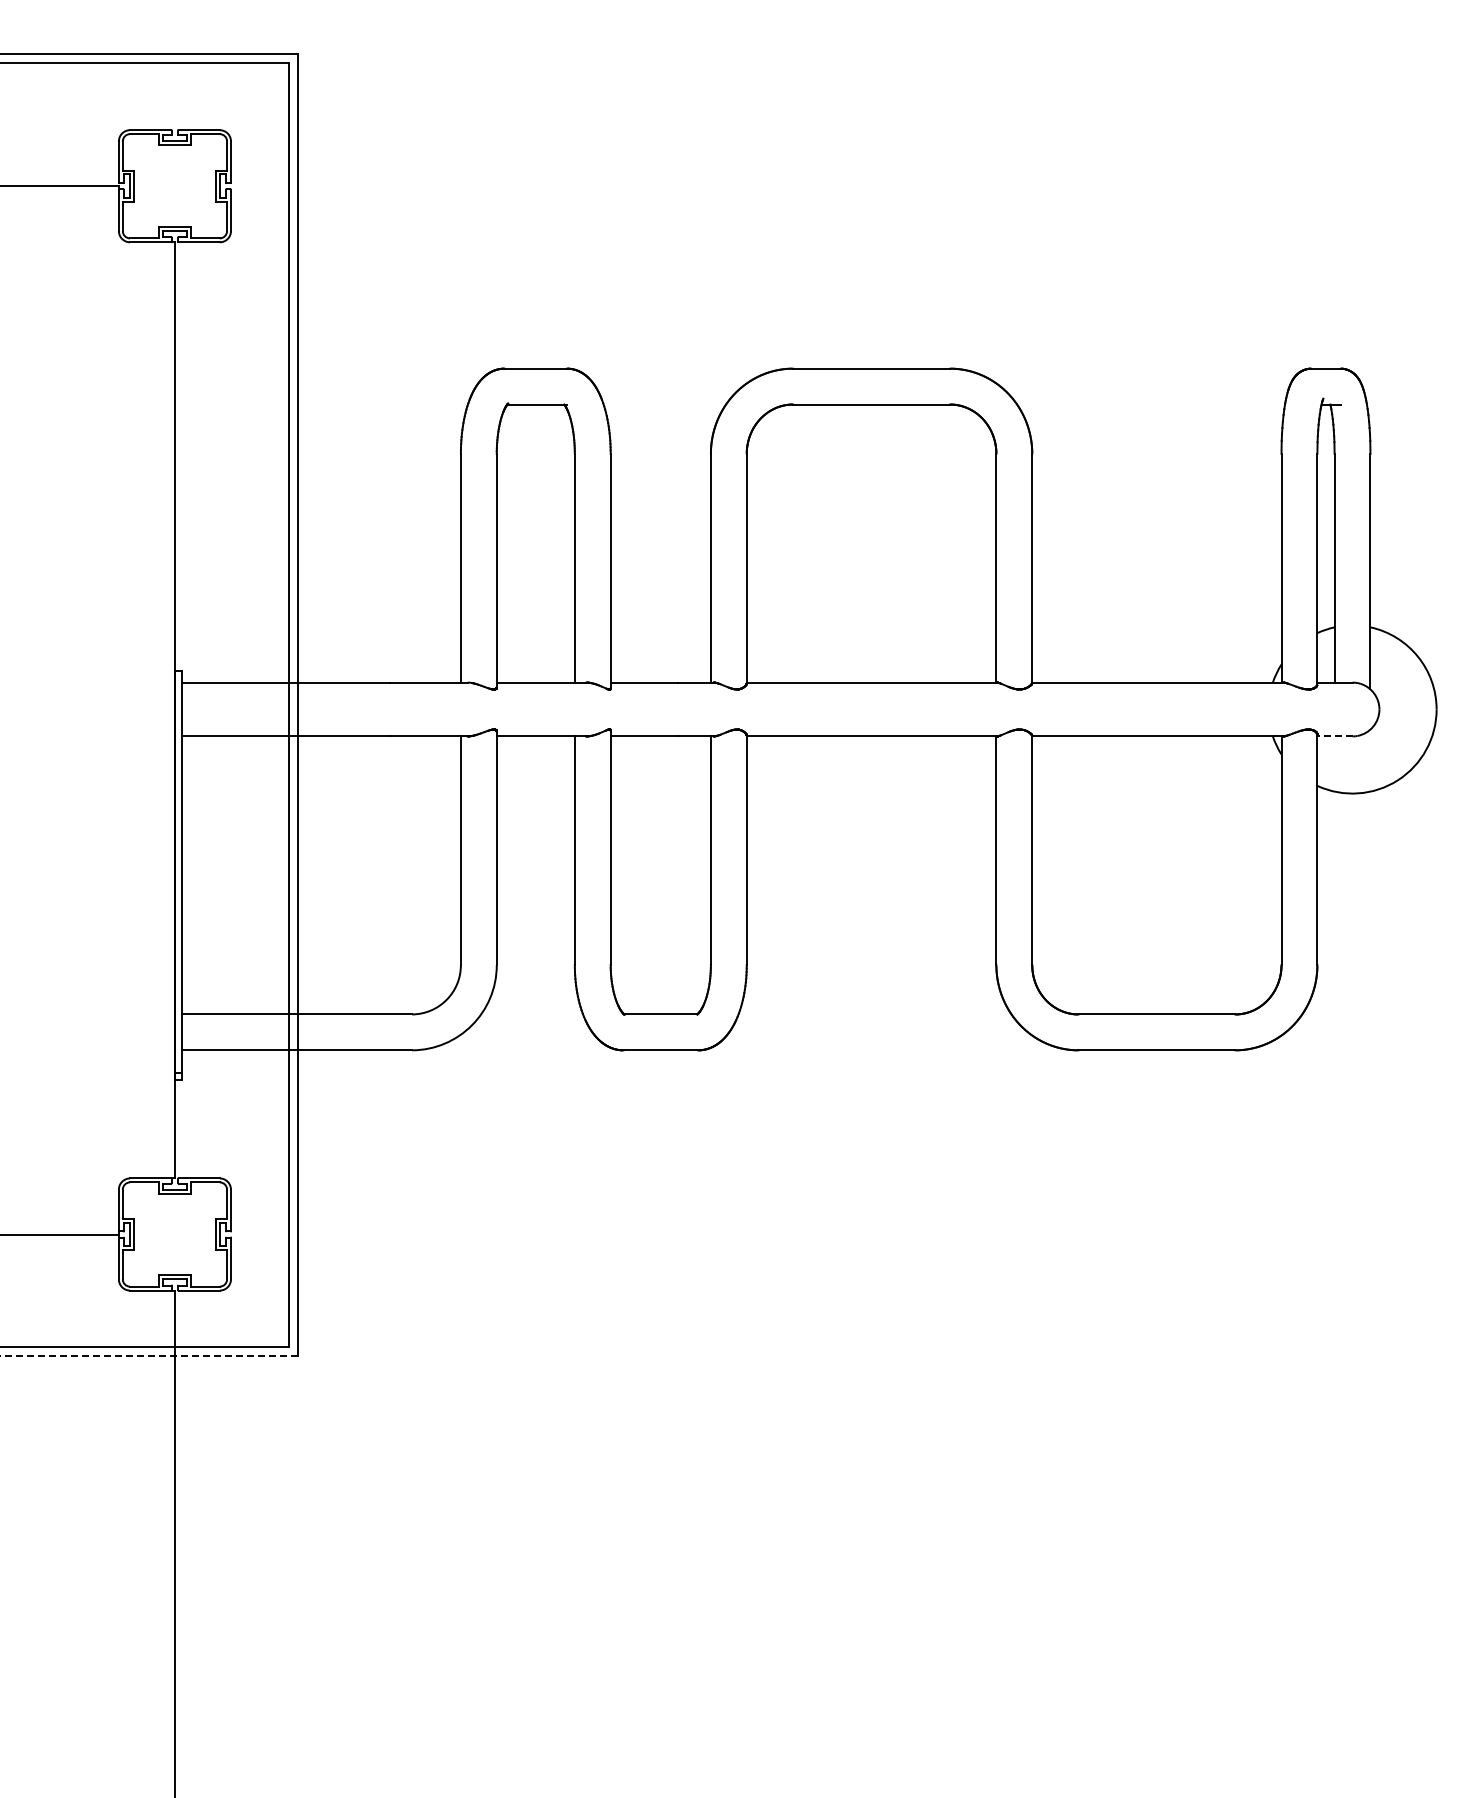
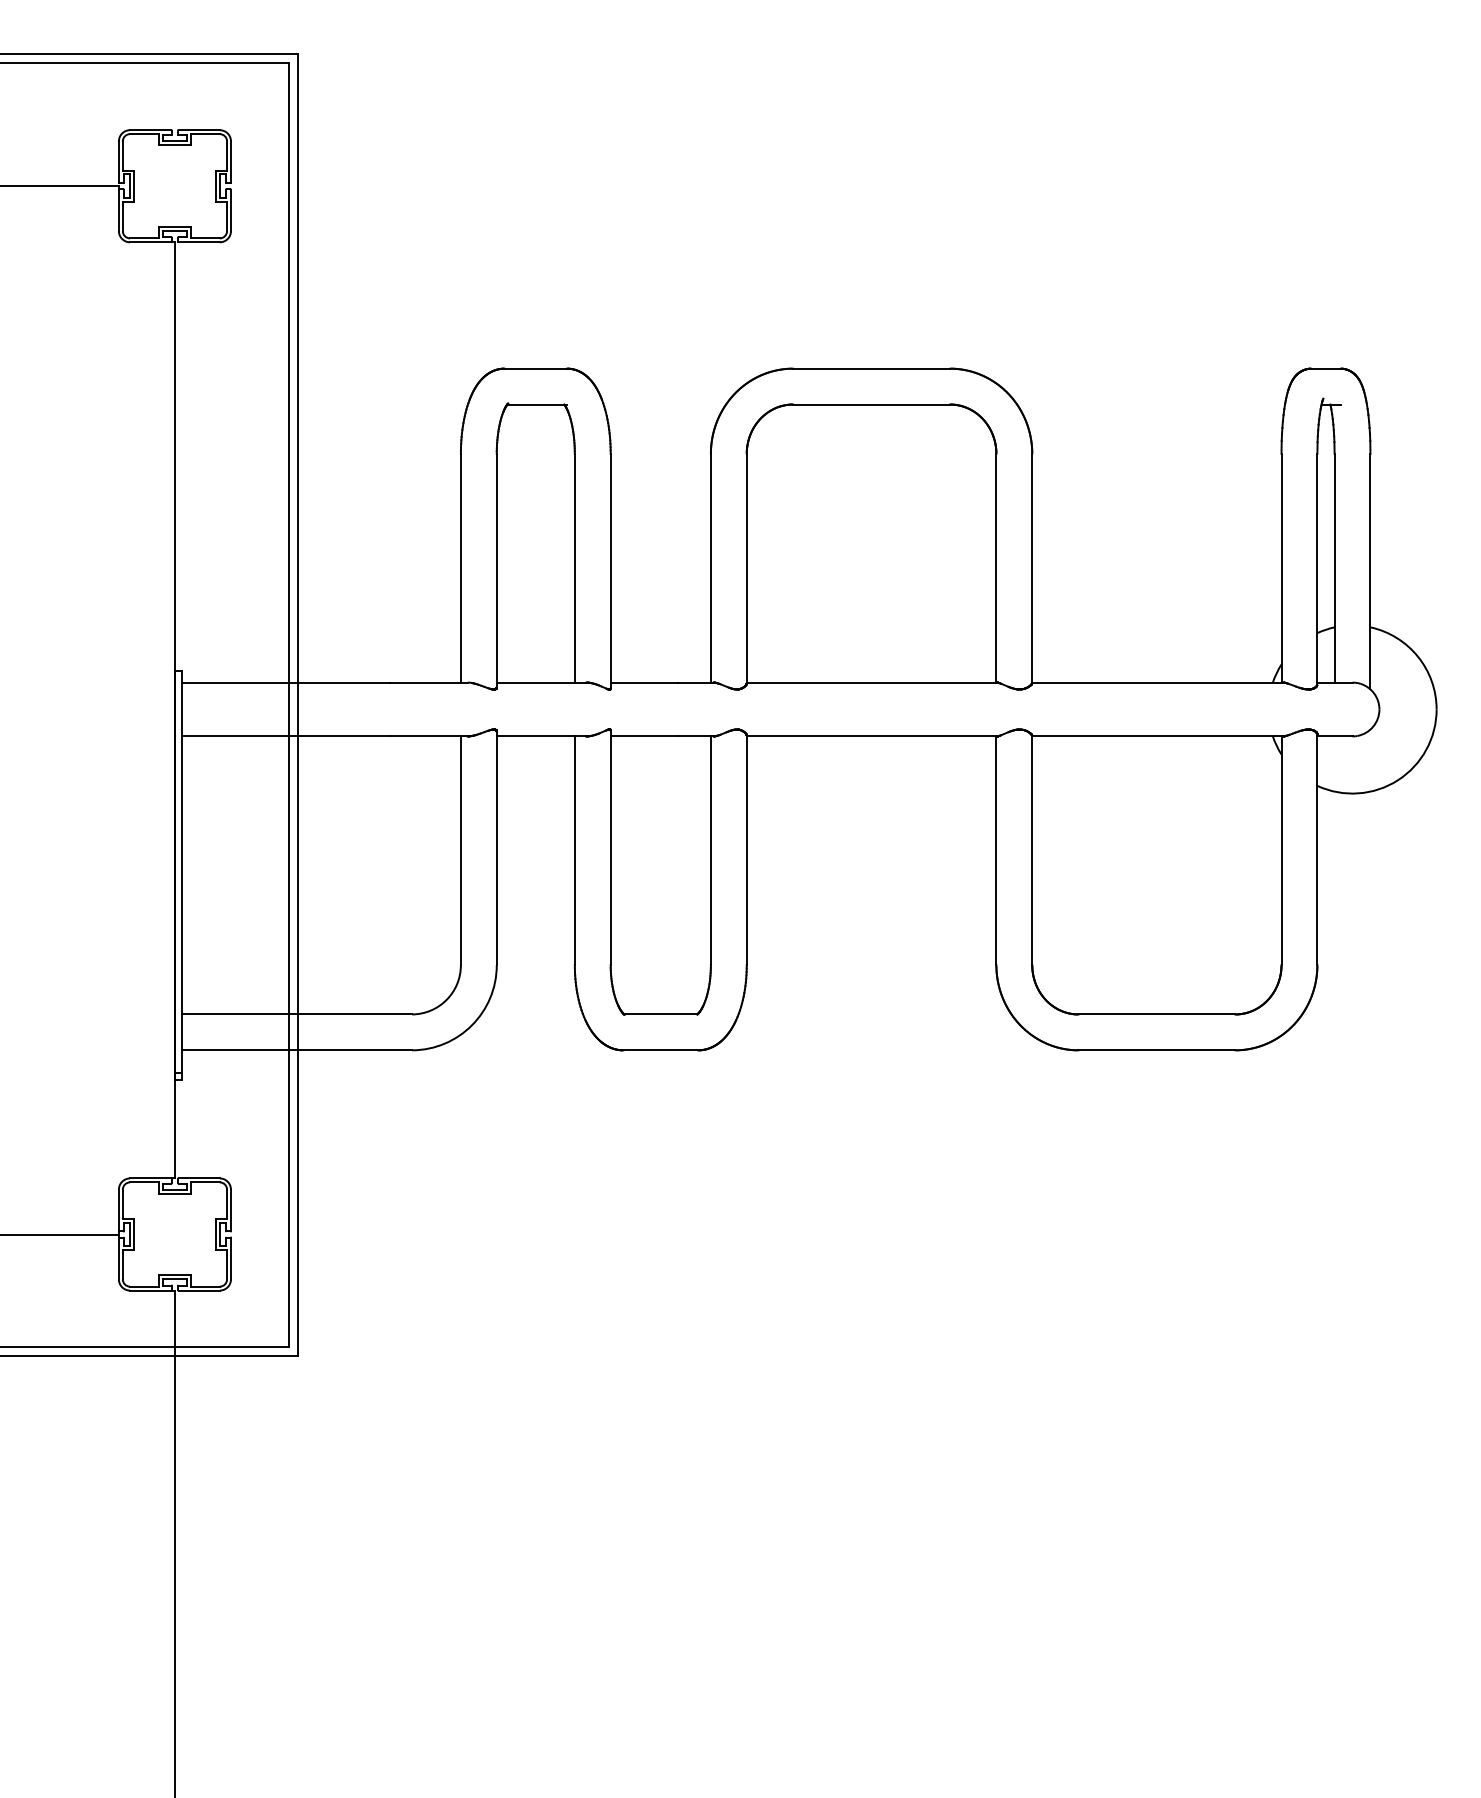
line at (1334, 736): dashed -> solid
line at (149, 1356): dashed -> solid
